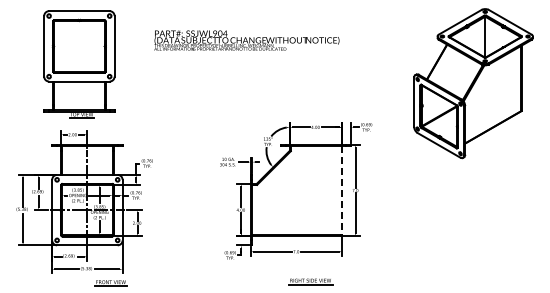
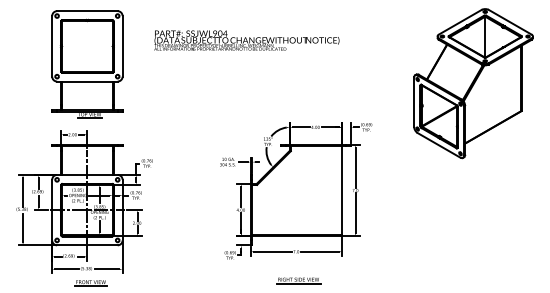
part at (79, 64) position: (79, 64) -> (87, 64)
line at (342, 191): dashed -> solid
part at (310, 281) position: (310, 281) -> (298, 280)
part at (110, 283) position: (110, 283) -> (90, 283)
